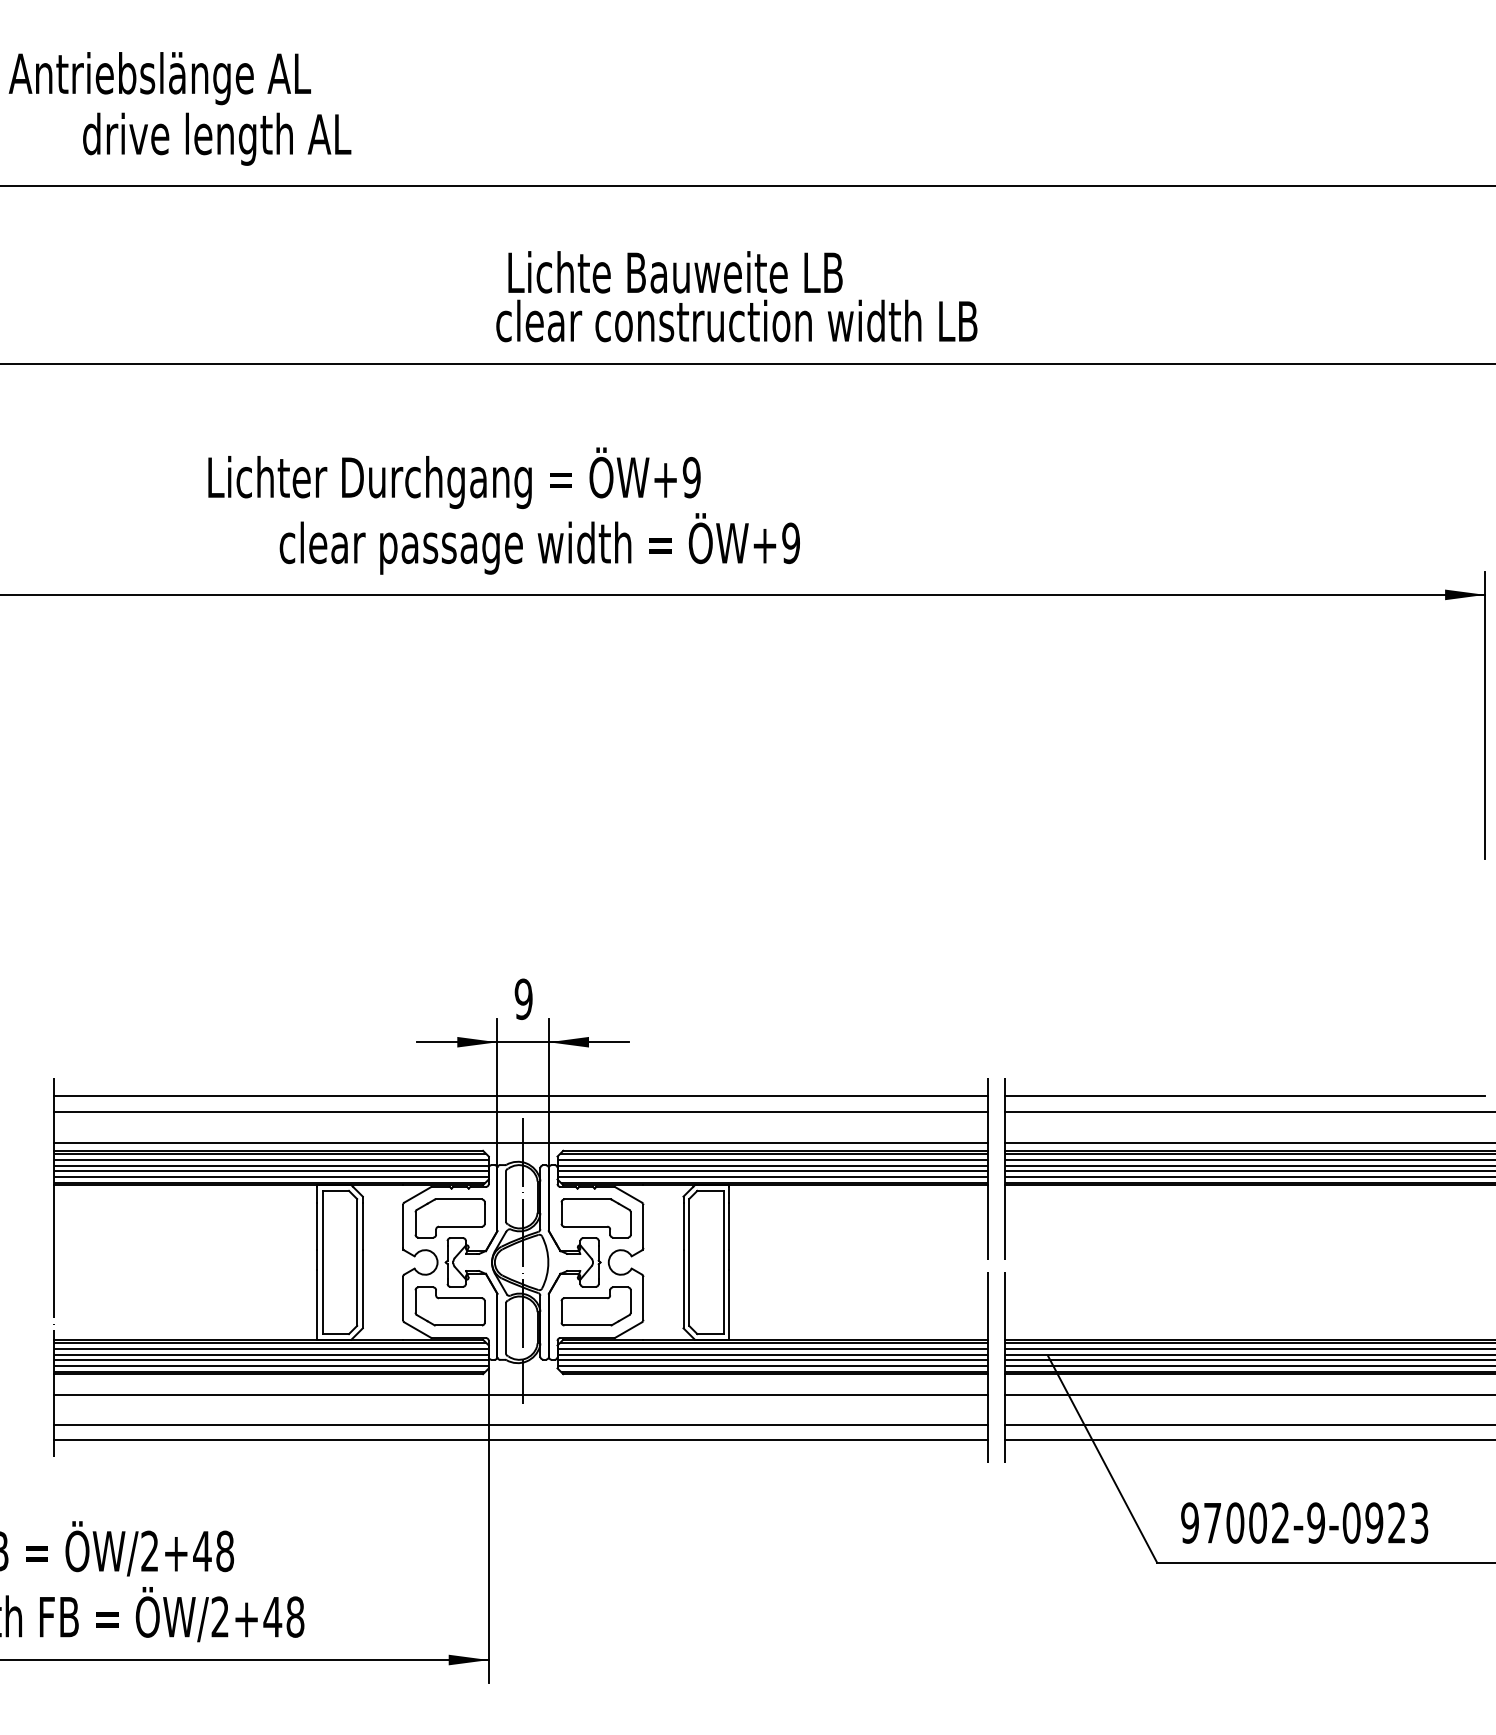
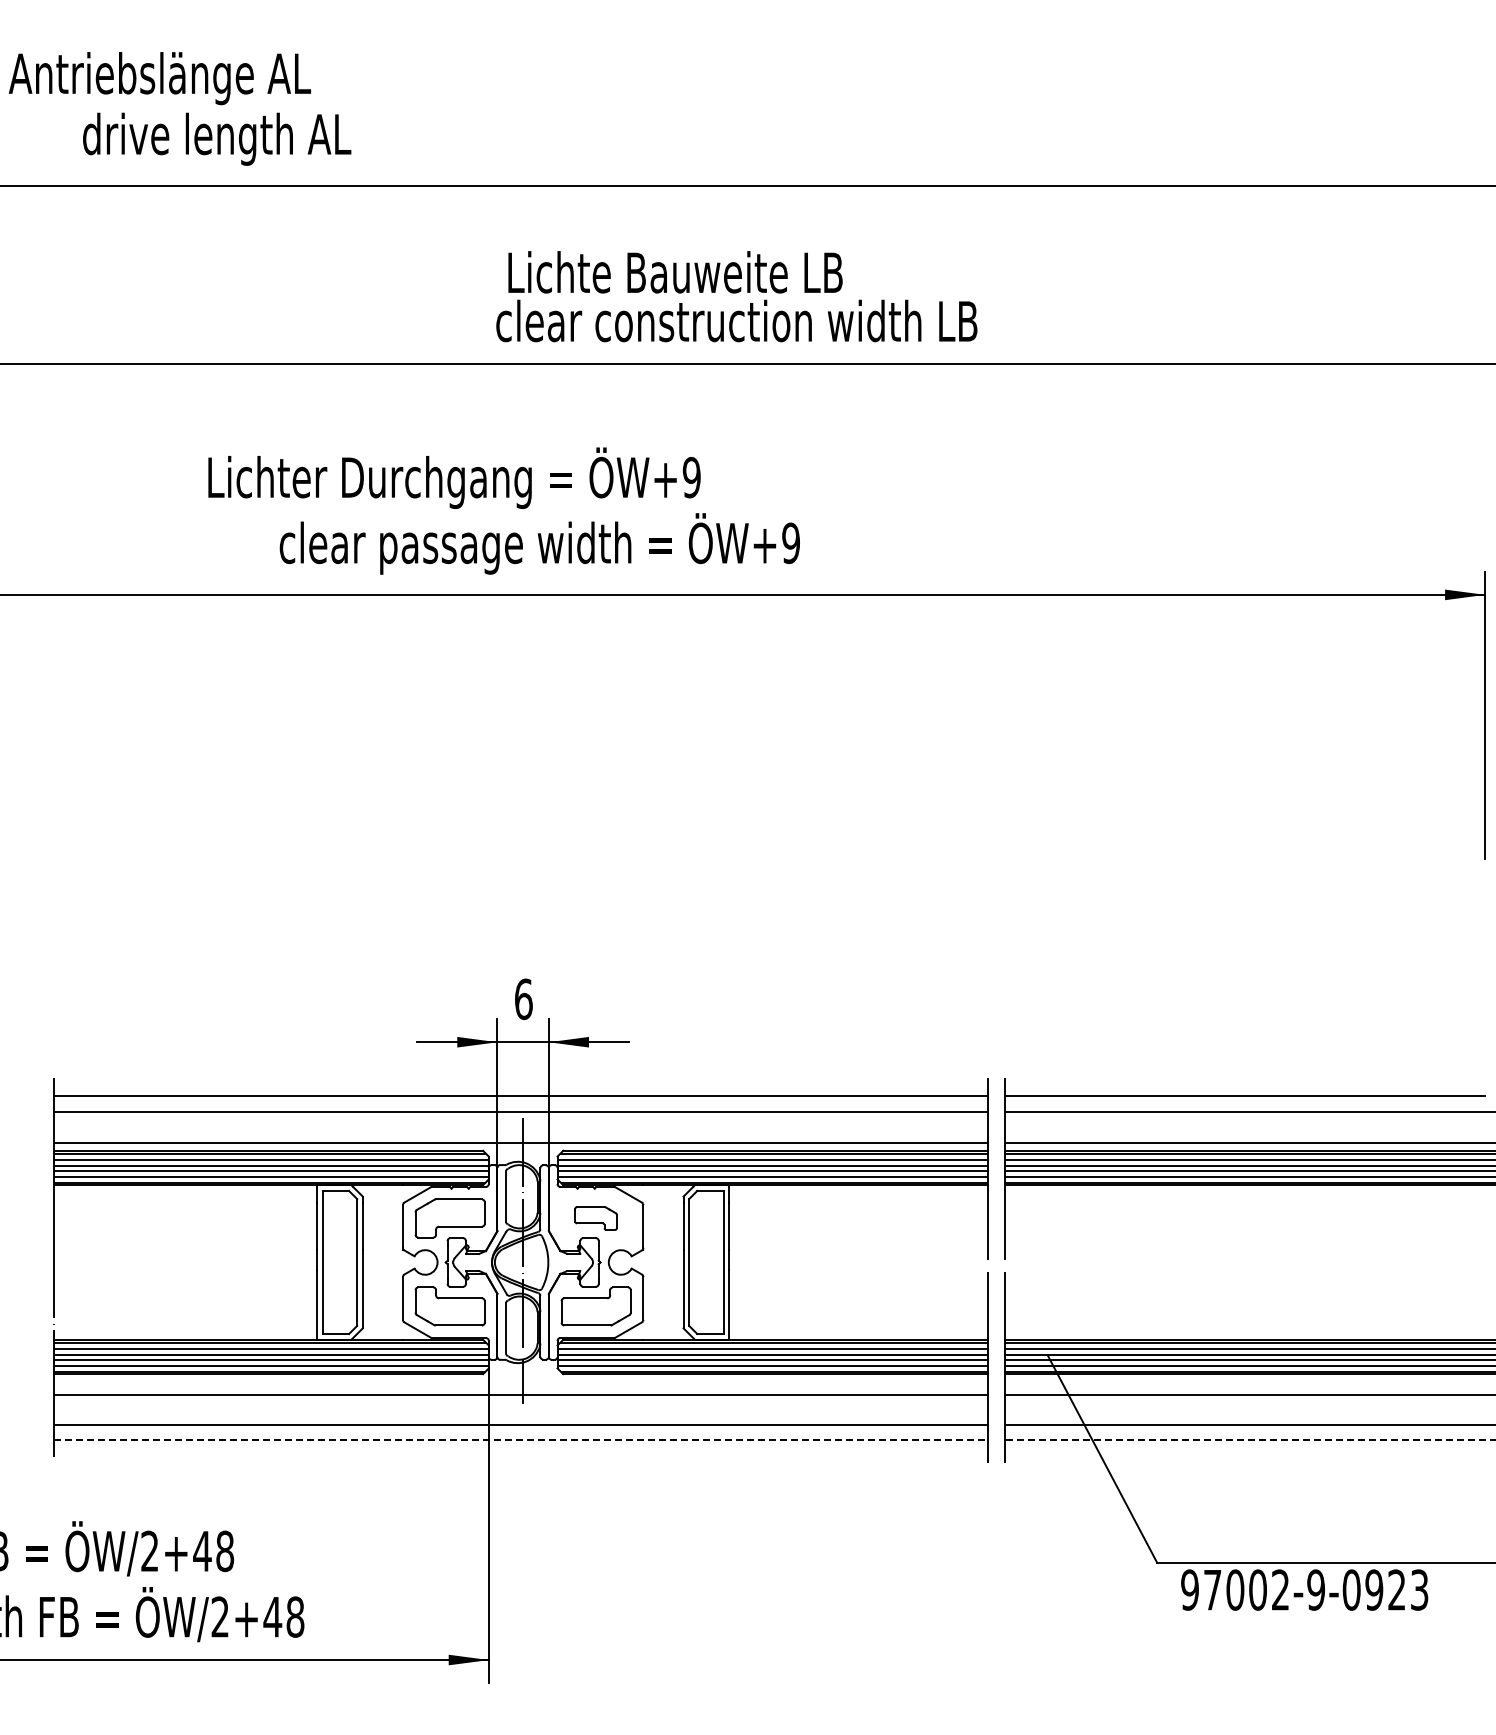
text at (523, 999): 9 -> 6
part at (595, 1218) size: 72x41 px -> 44x25 px
line at (521, 1439): solid -> dashed
line at (1250, 1439): solid -> dashed
text at (1304, 1522) position: (1304, 1522) -> (1304, 1589)
